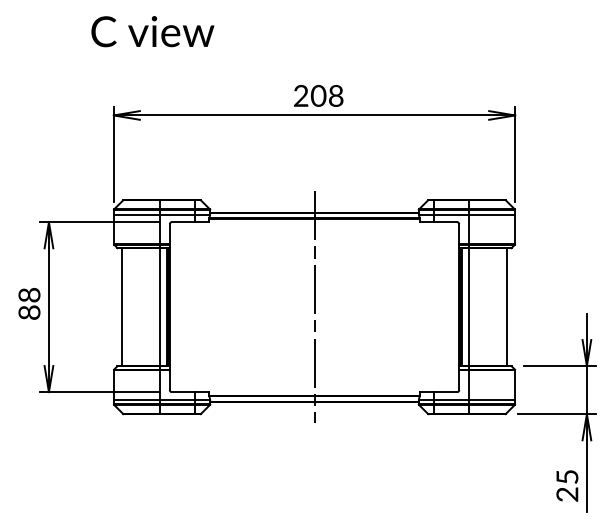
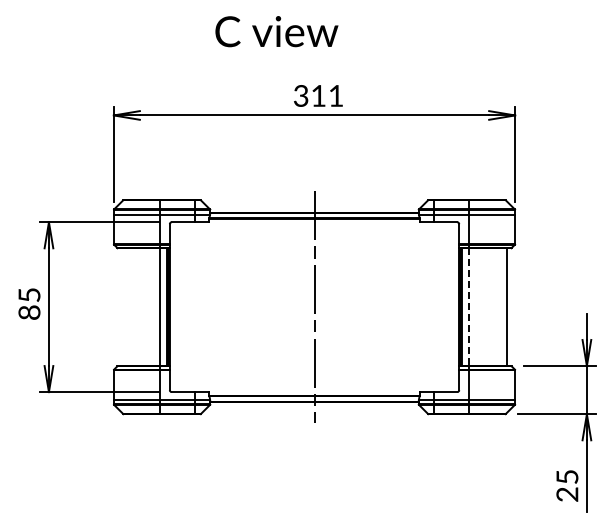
text at (152, 31) position: (152, 31) -> (276, 31)
text at (318, 95): 208 -> 311
text at (29, 295): 88 -> 85
line at (121, 307): present -> none
line at (468, 307): solid -> dashed
